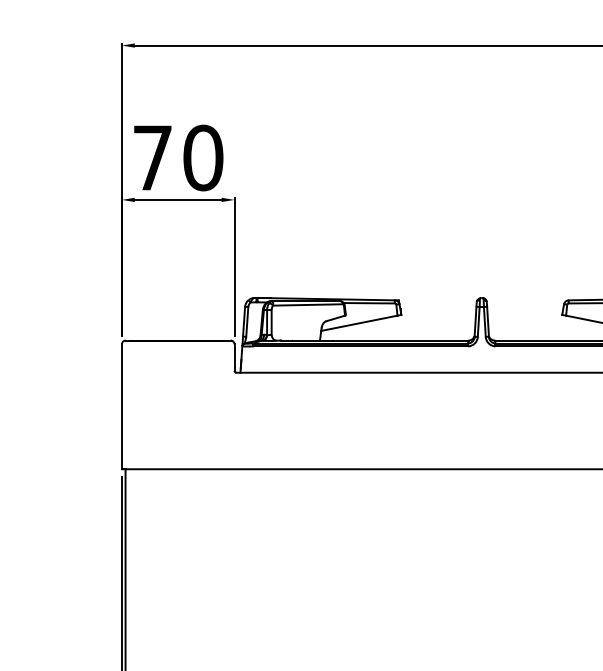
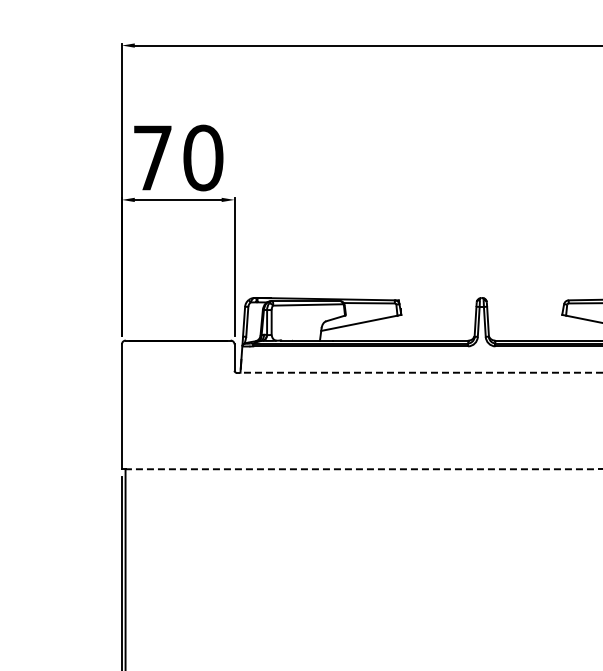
line at (419, 372): solid -> dashed
line at (361, 469): solid -> dashed
